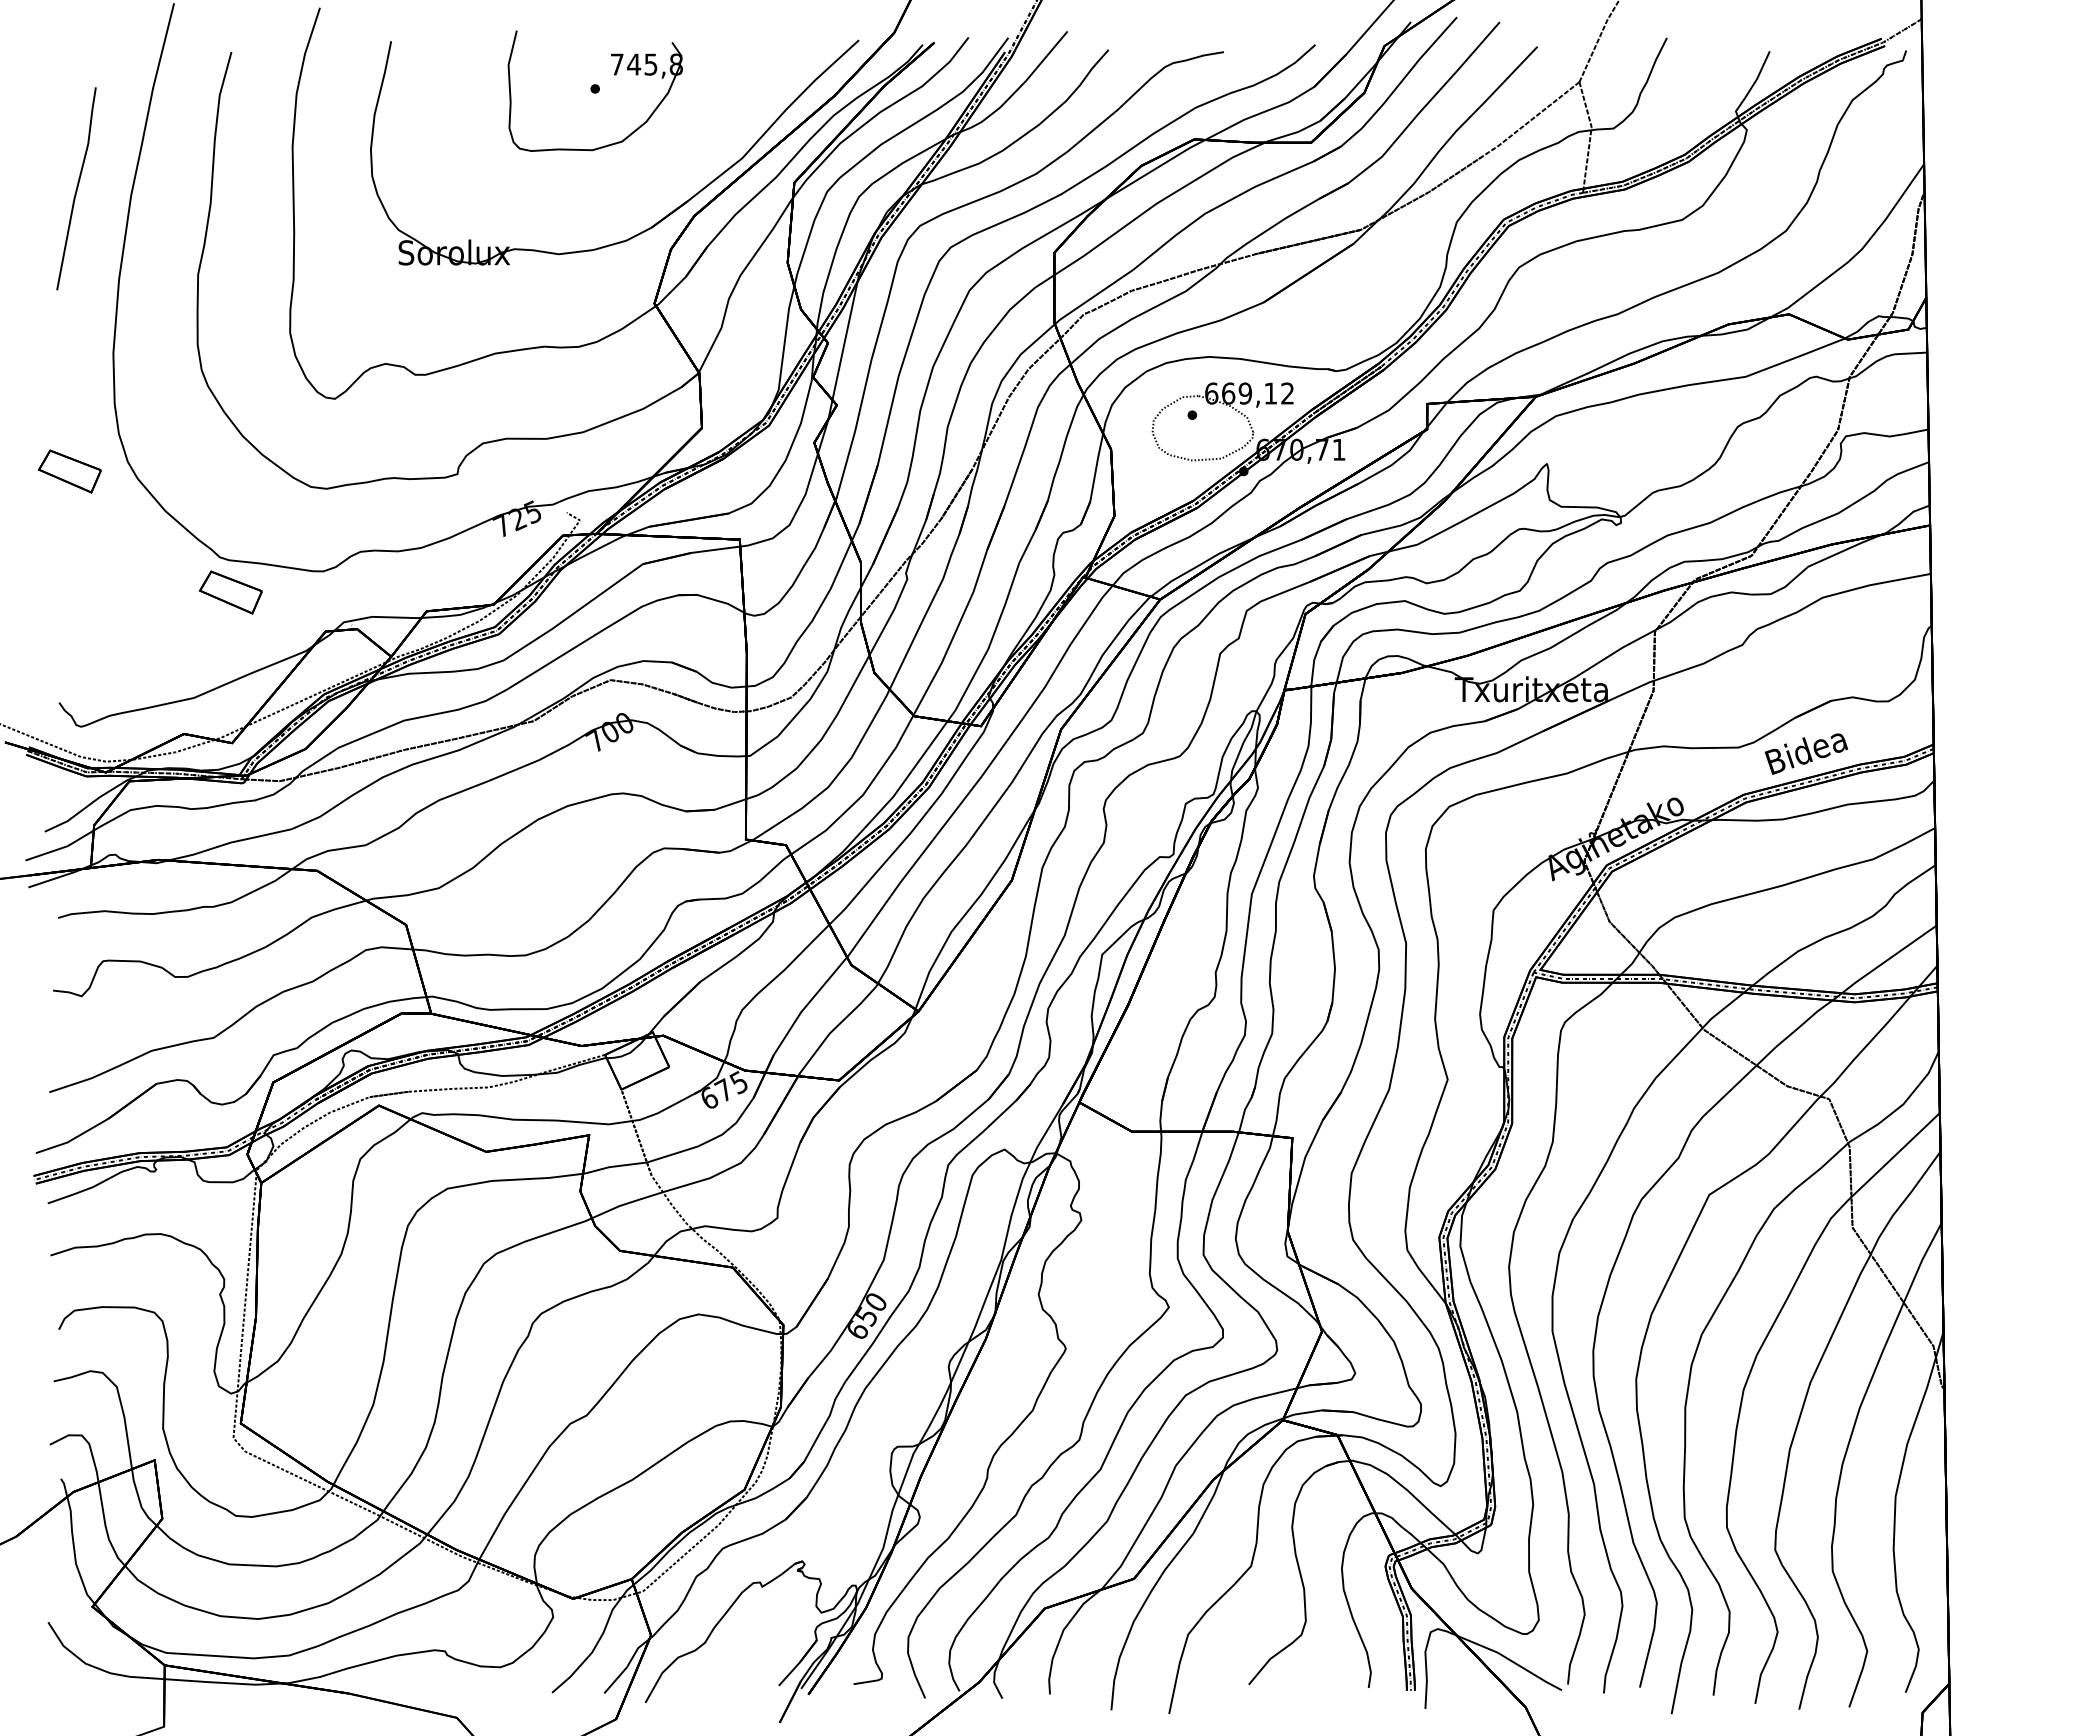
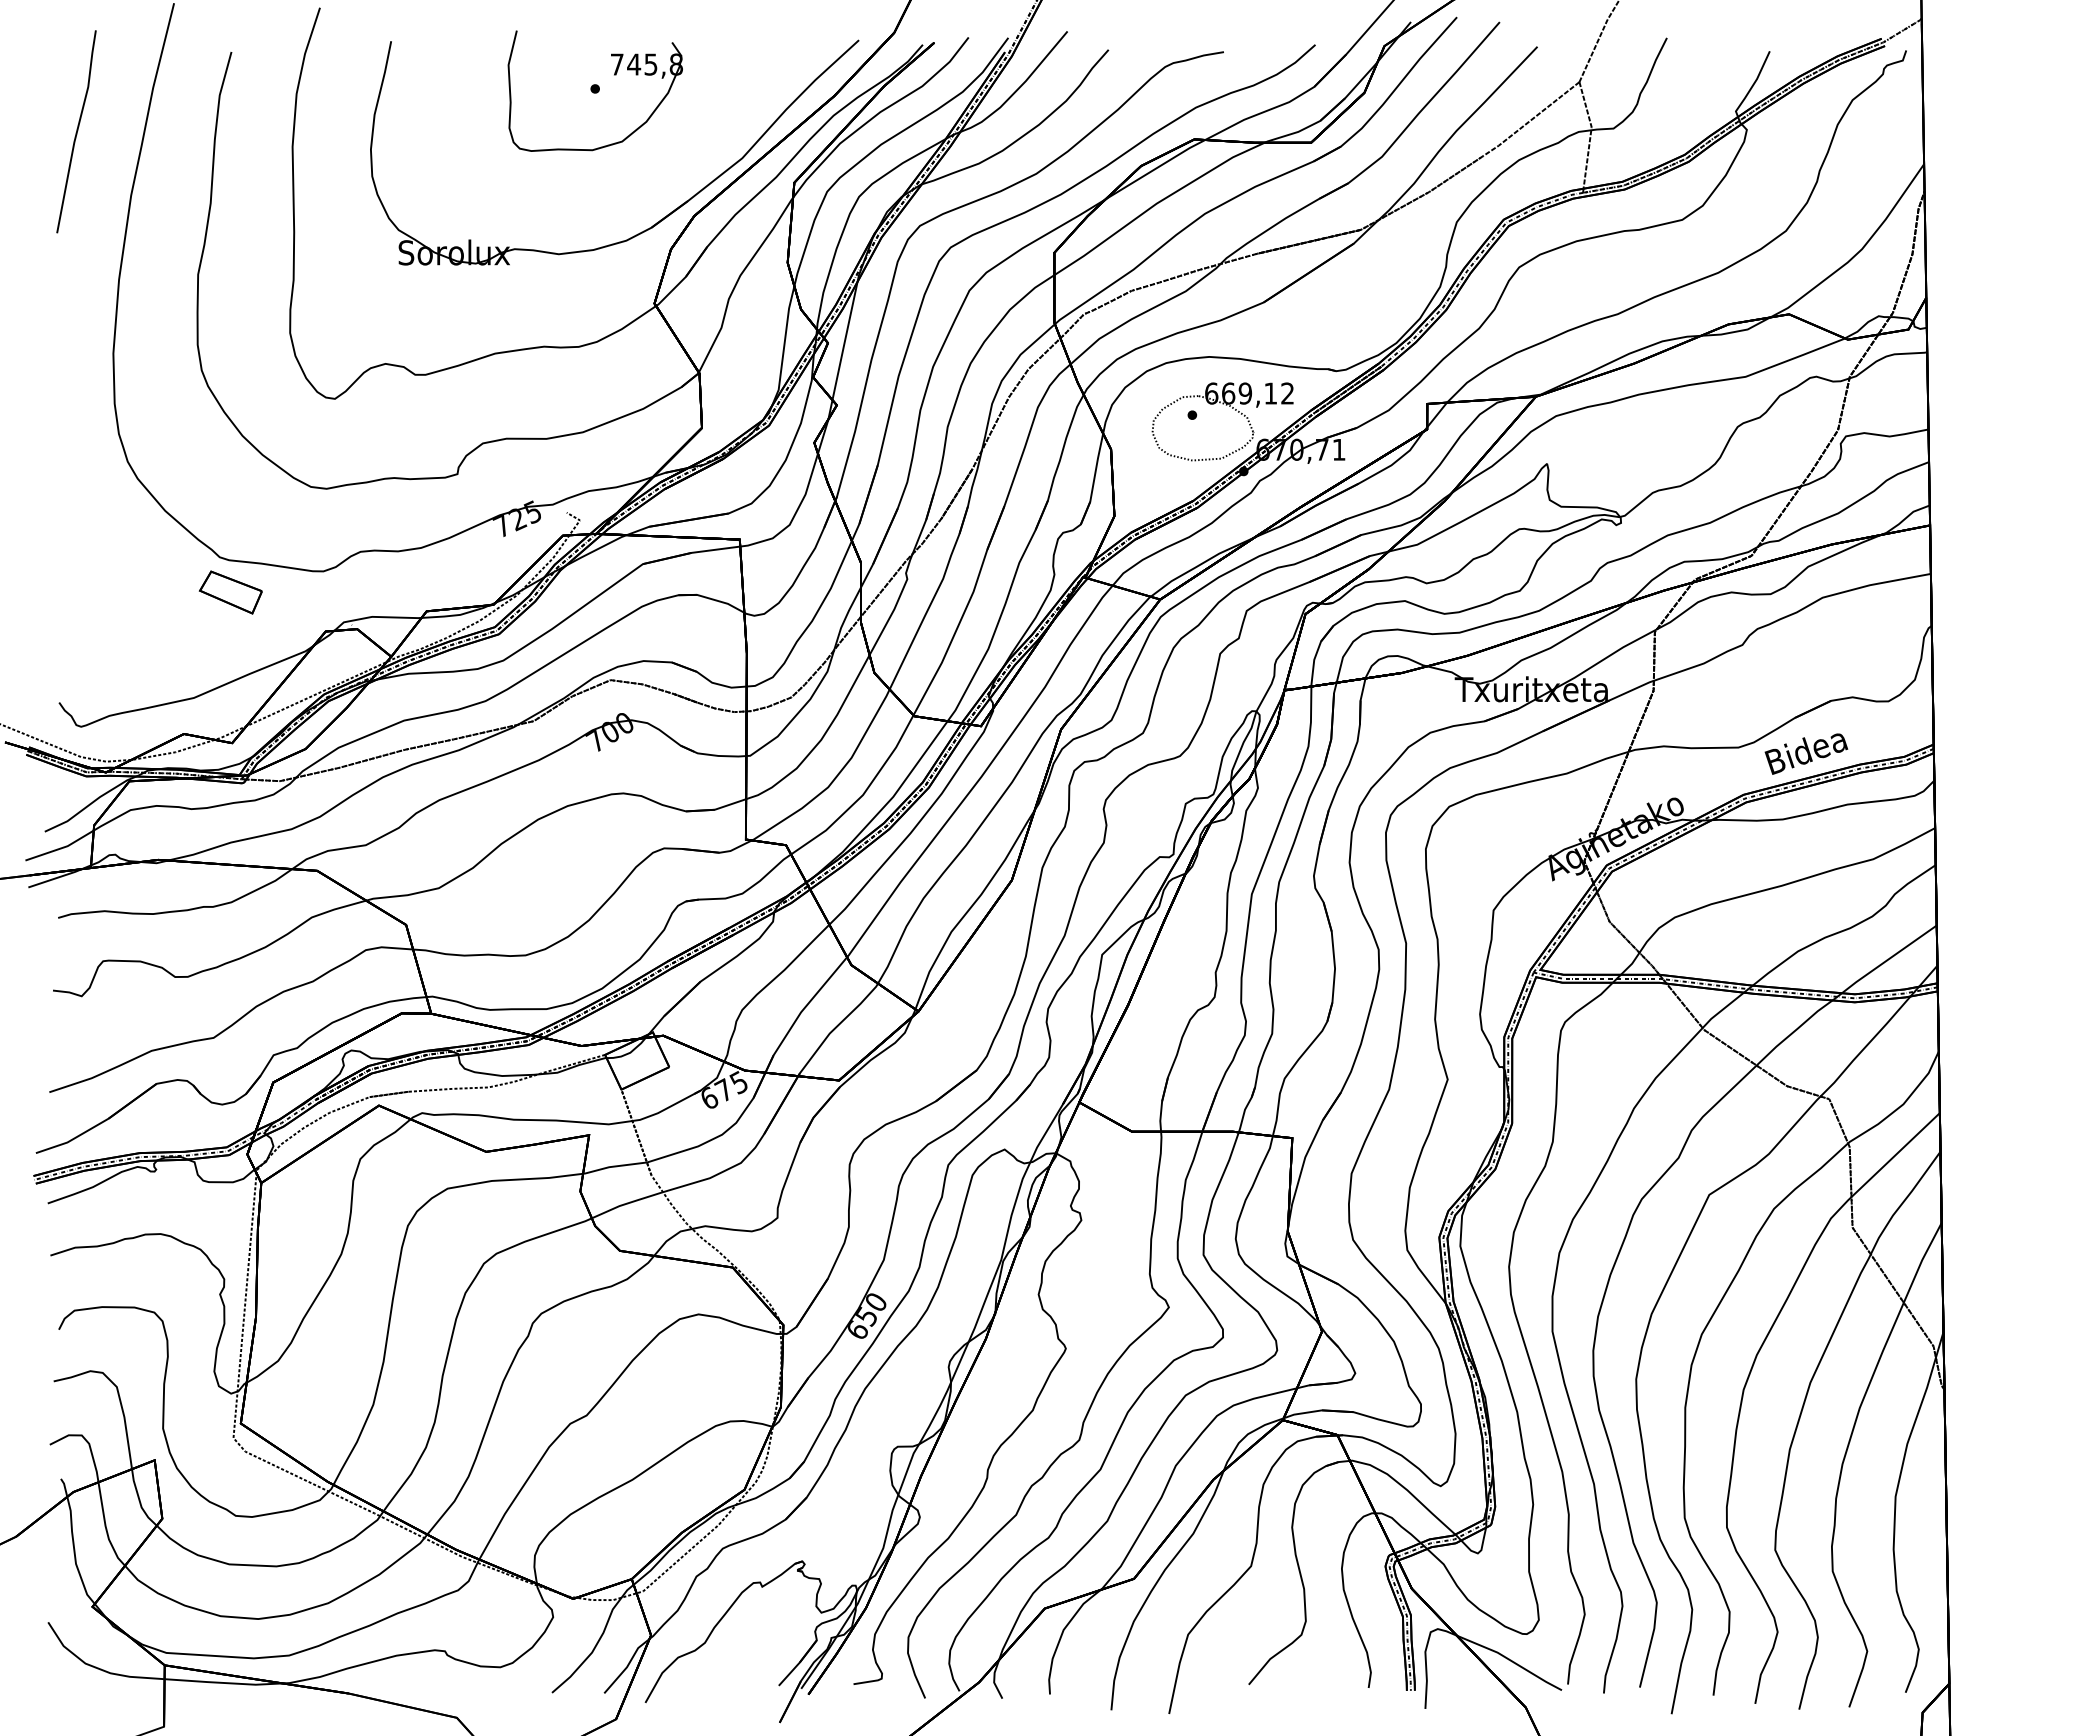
line at (76, 188) position: (76, 188) -> (76, 131)
part at (69, 471): present -> none
